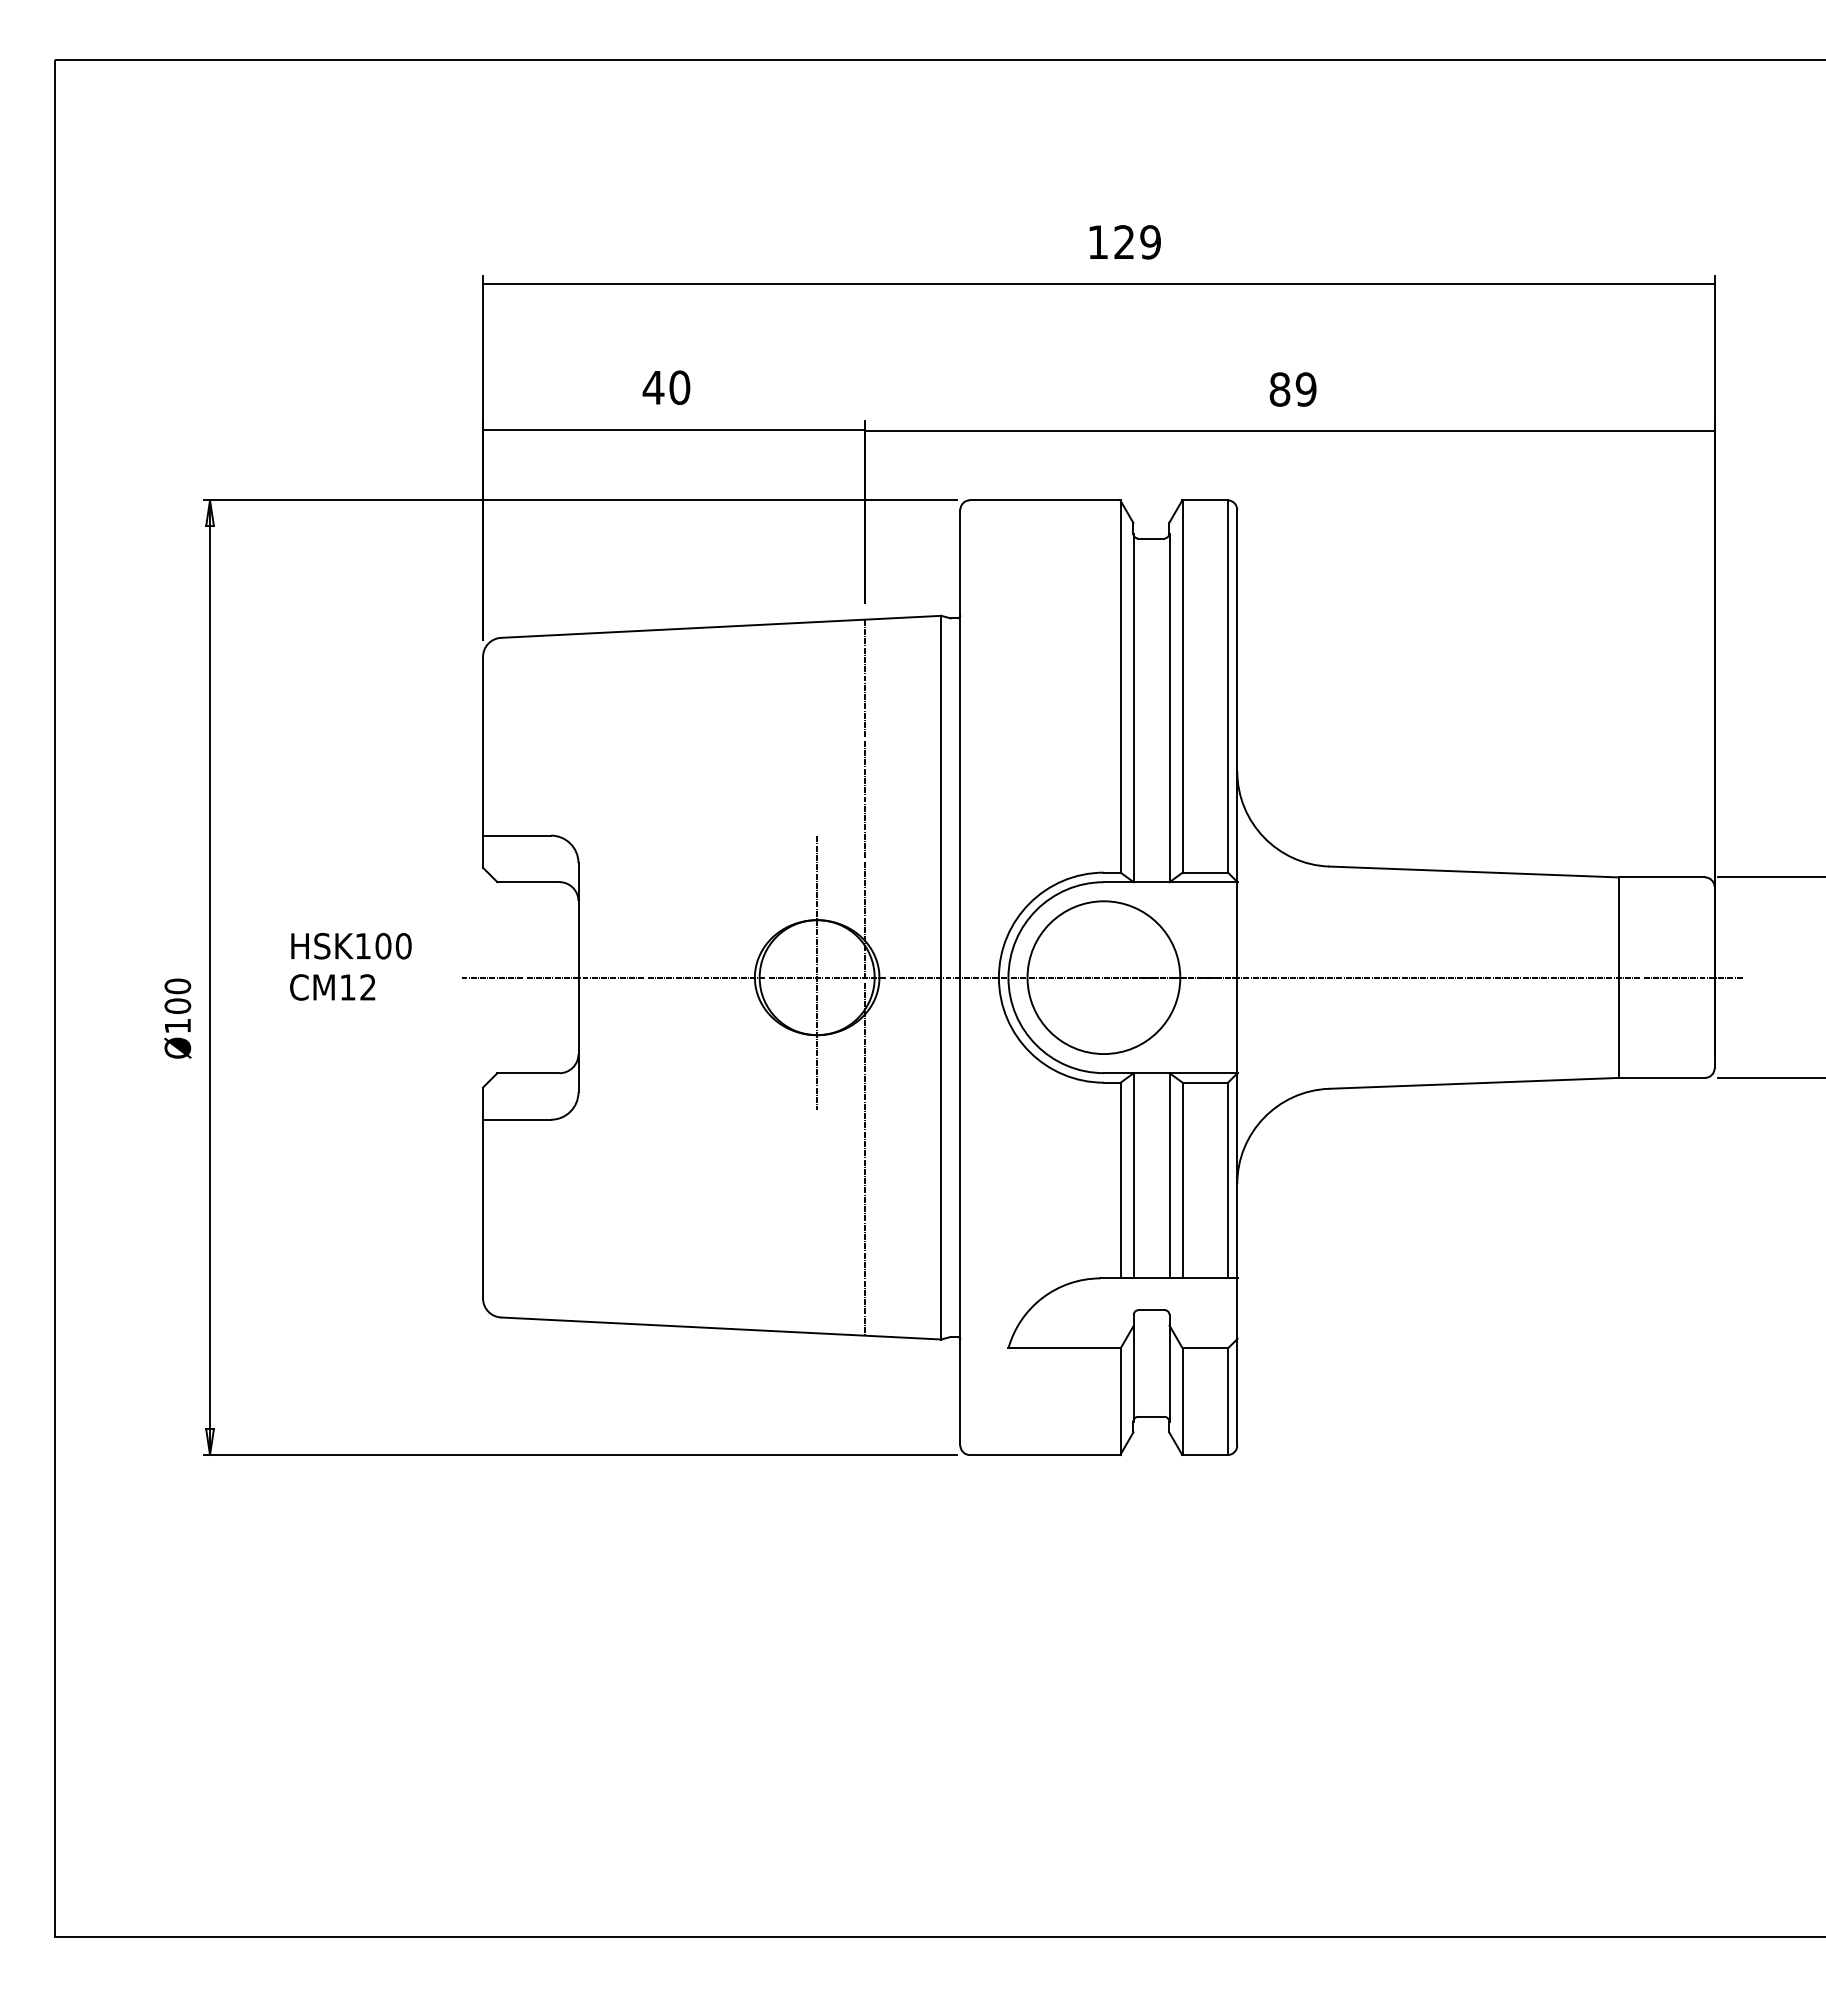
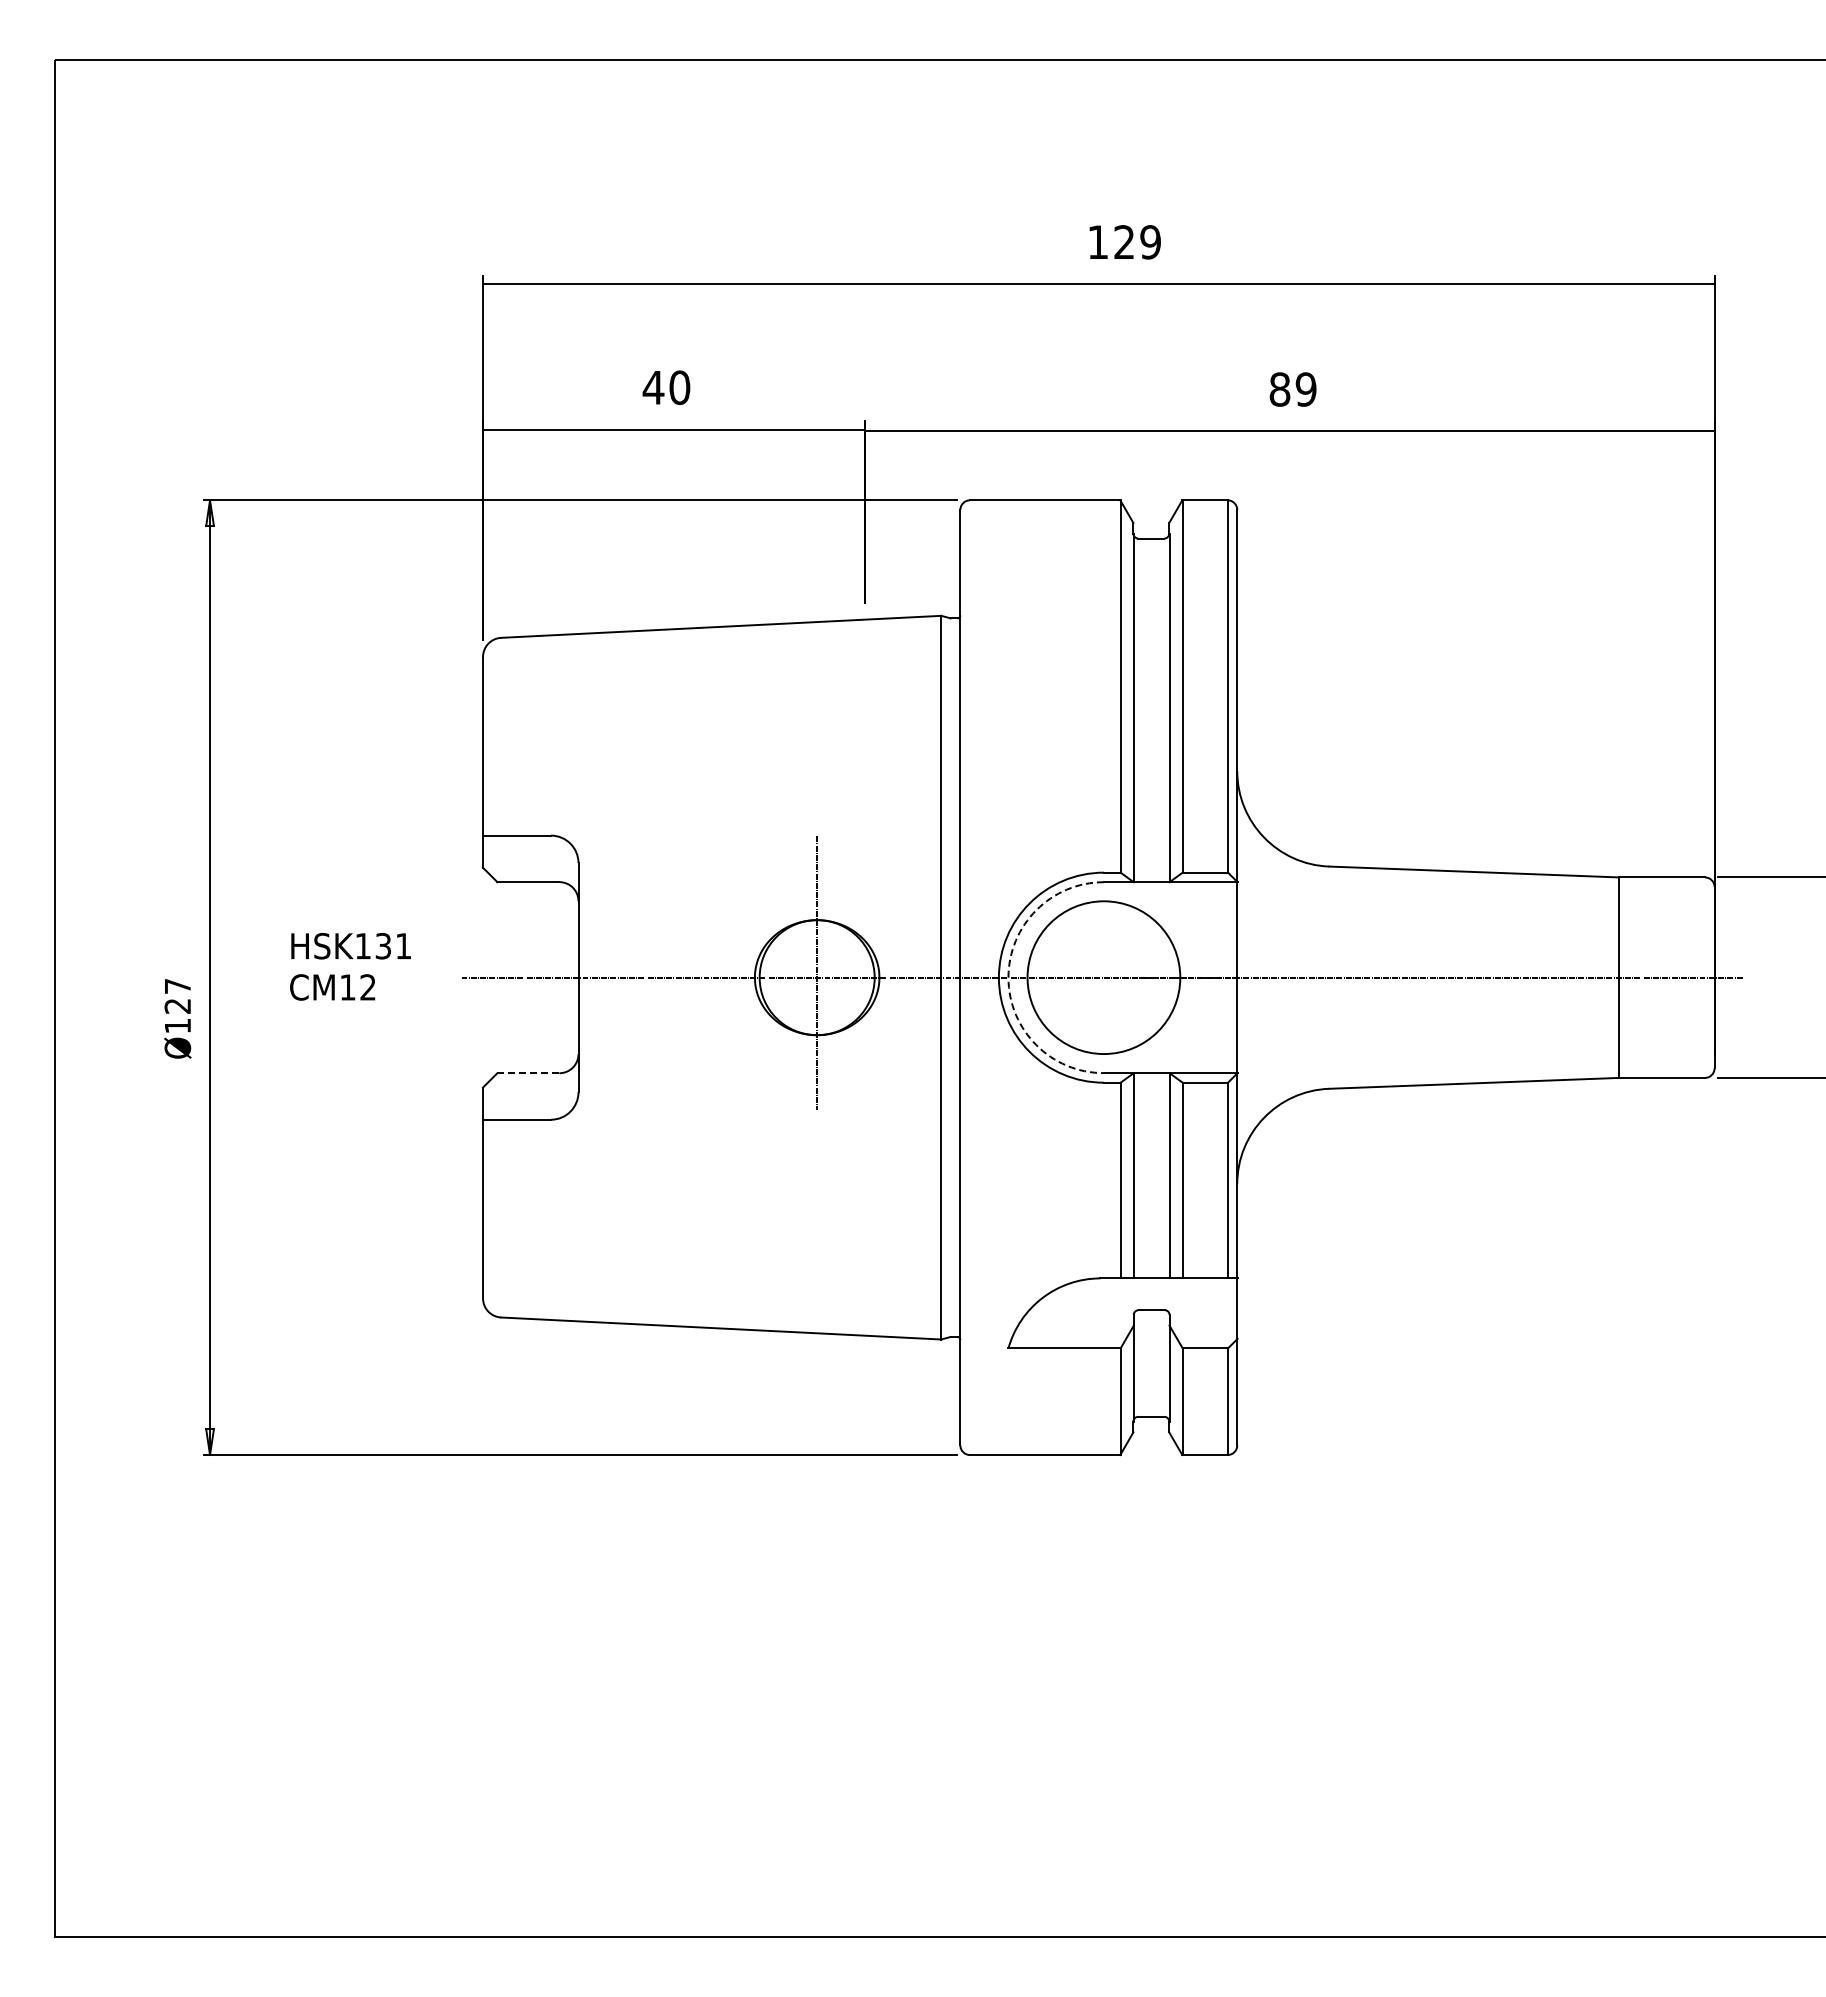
text at (393, 946): HSK100 -> HSK131
line at (864, 977): present -> none
arc at (1008, 977): solid -> dashed
text at (177, 995): Ø100 -> Ø127
line at (528, 1073): solid -> dashed
